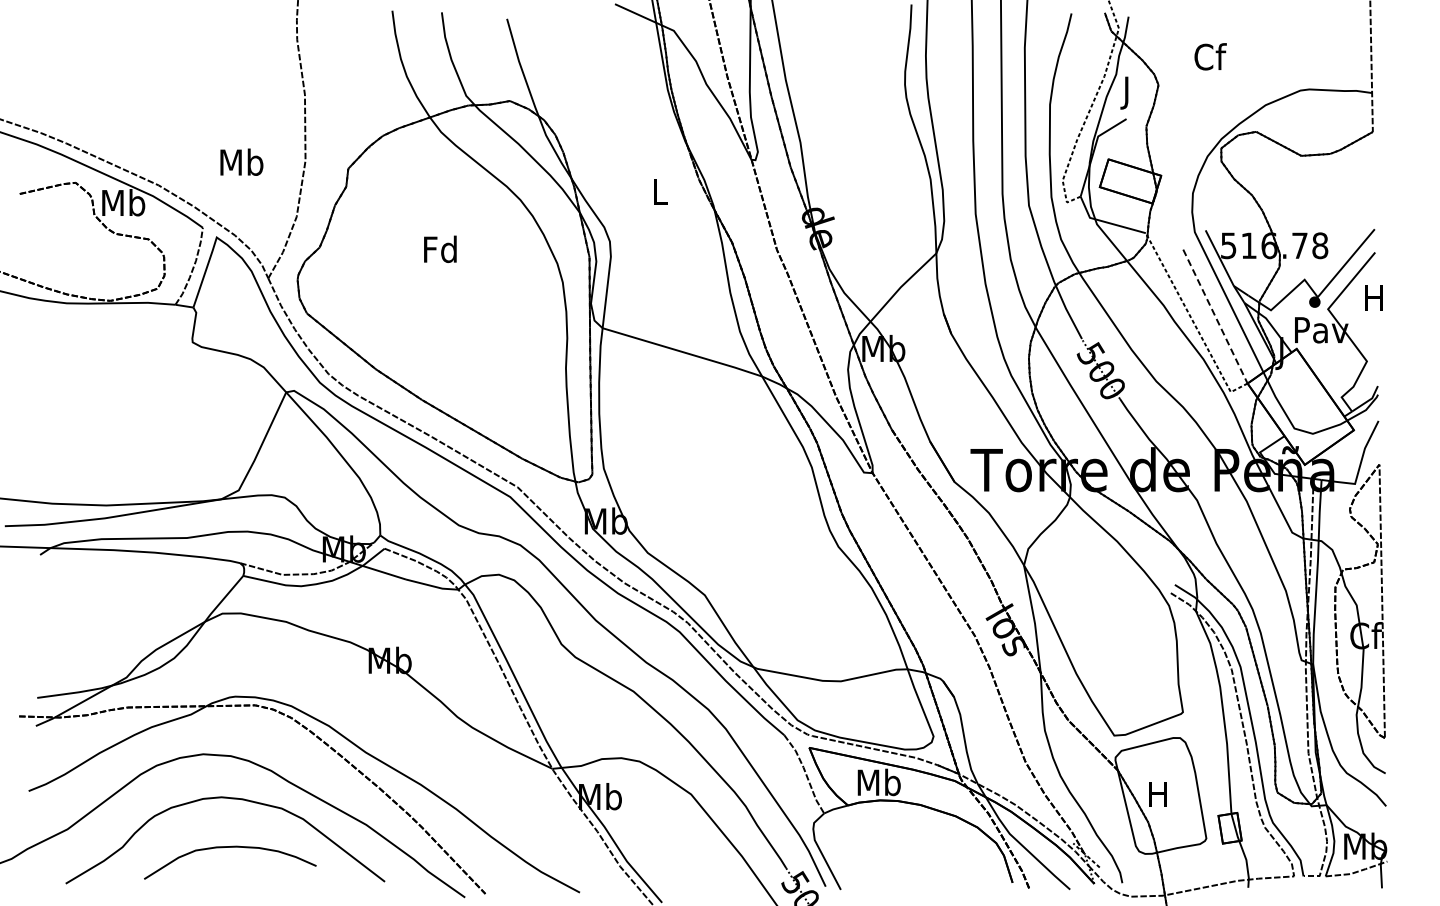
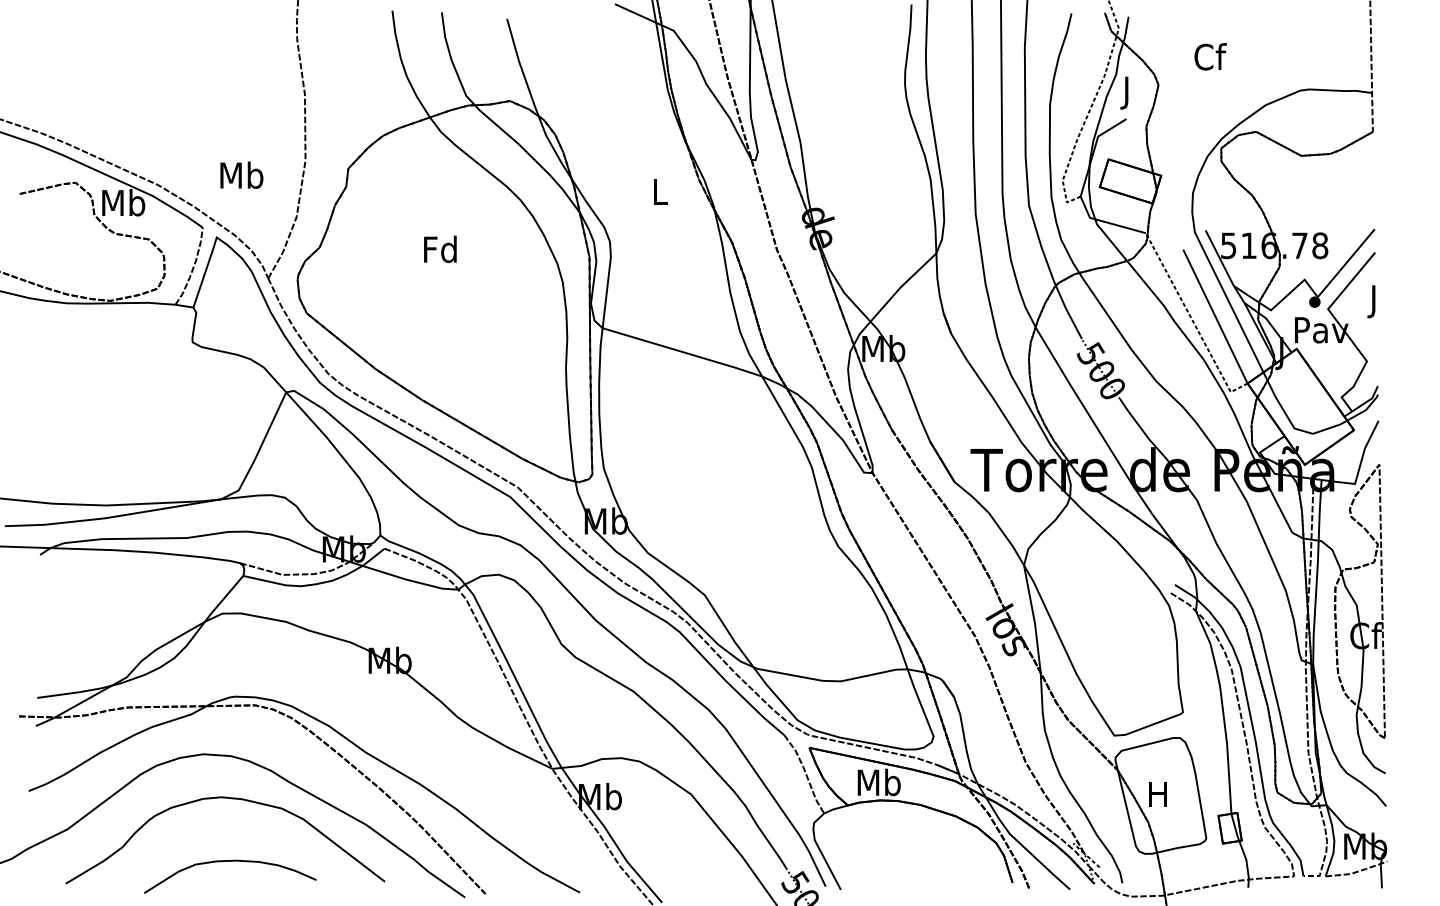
text at (241, 161) position: (241, 161) -> (241, 174)
text at (1373, 301): H -> J
line at (1215, 317): dashed -> solid
curve at (230, 847) position: (230, 847) -> (230, 861)
